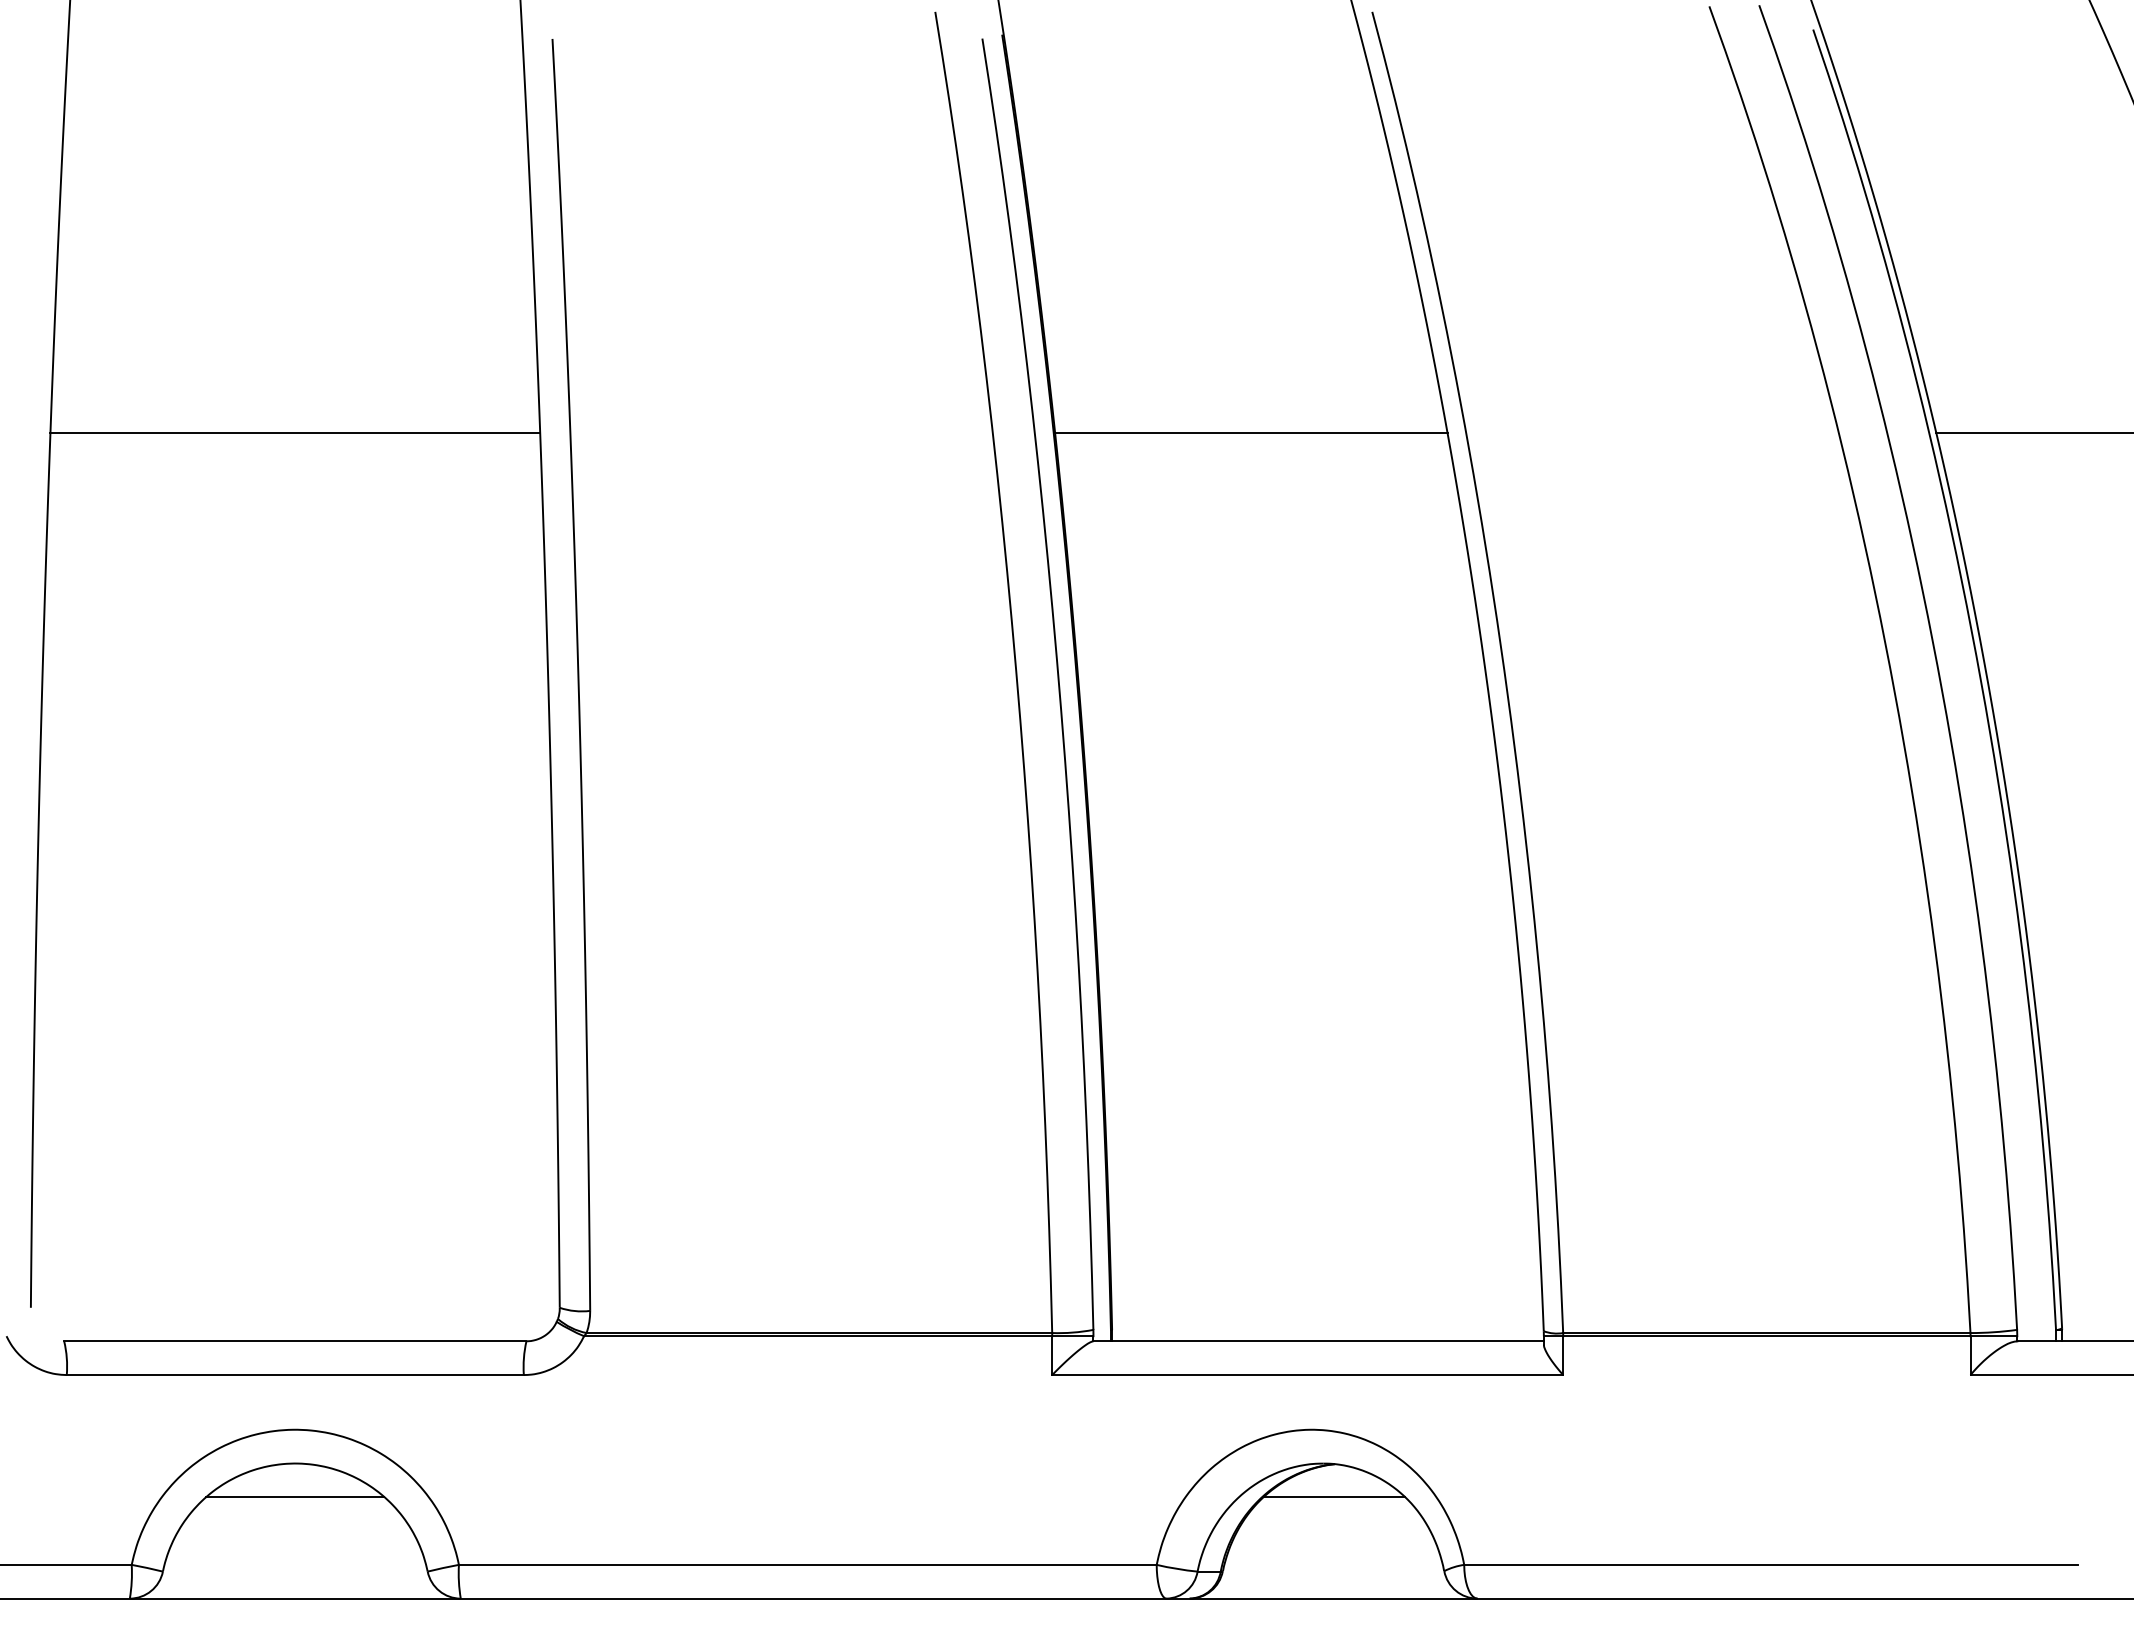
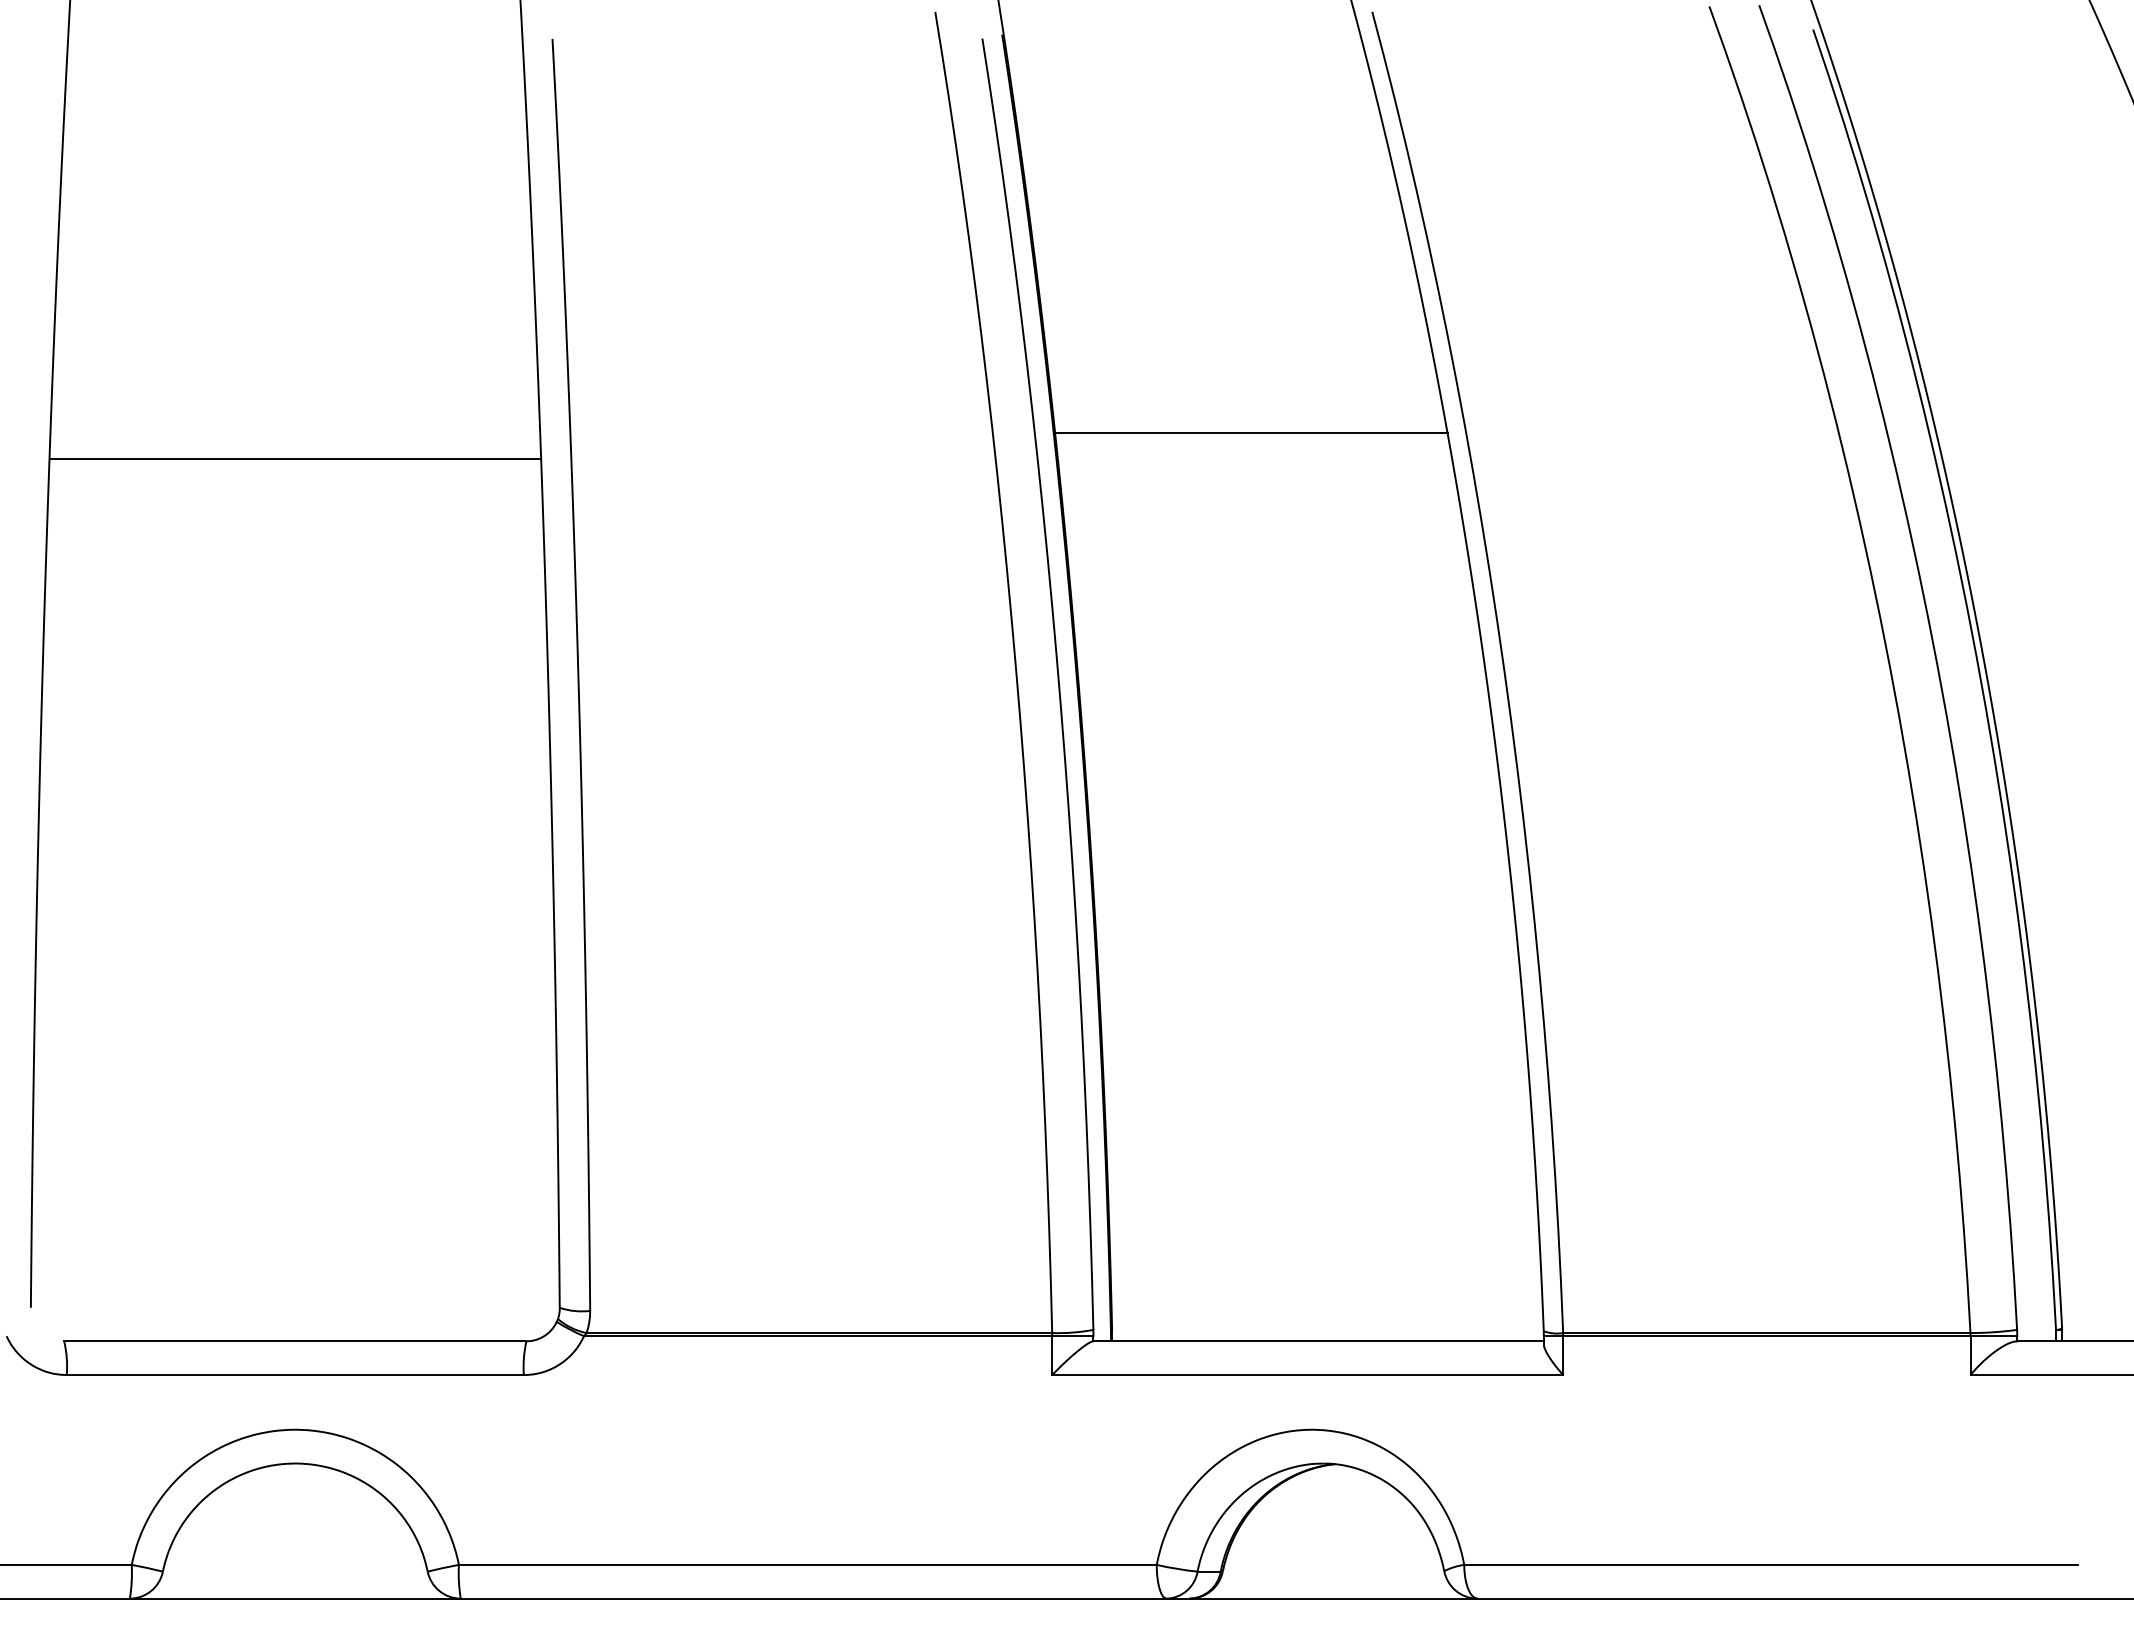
line at (295, 433) position: (295, 433) -> (295, 459)
line at (2033, 433): present -> none
line at (295, 1497): present -> none
line at (1334, 1497): present -> none
